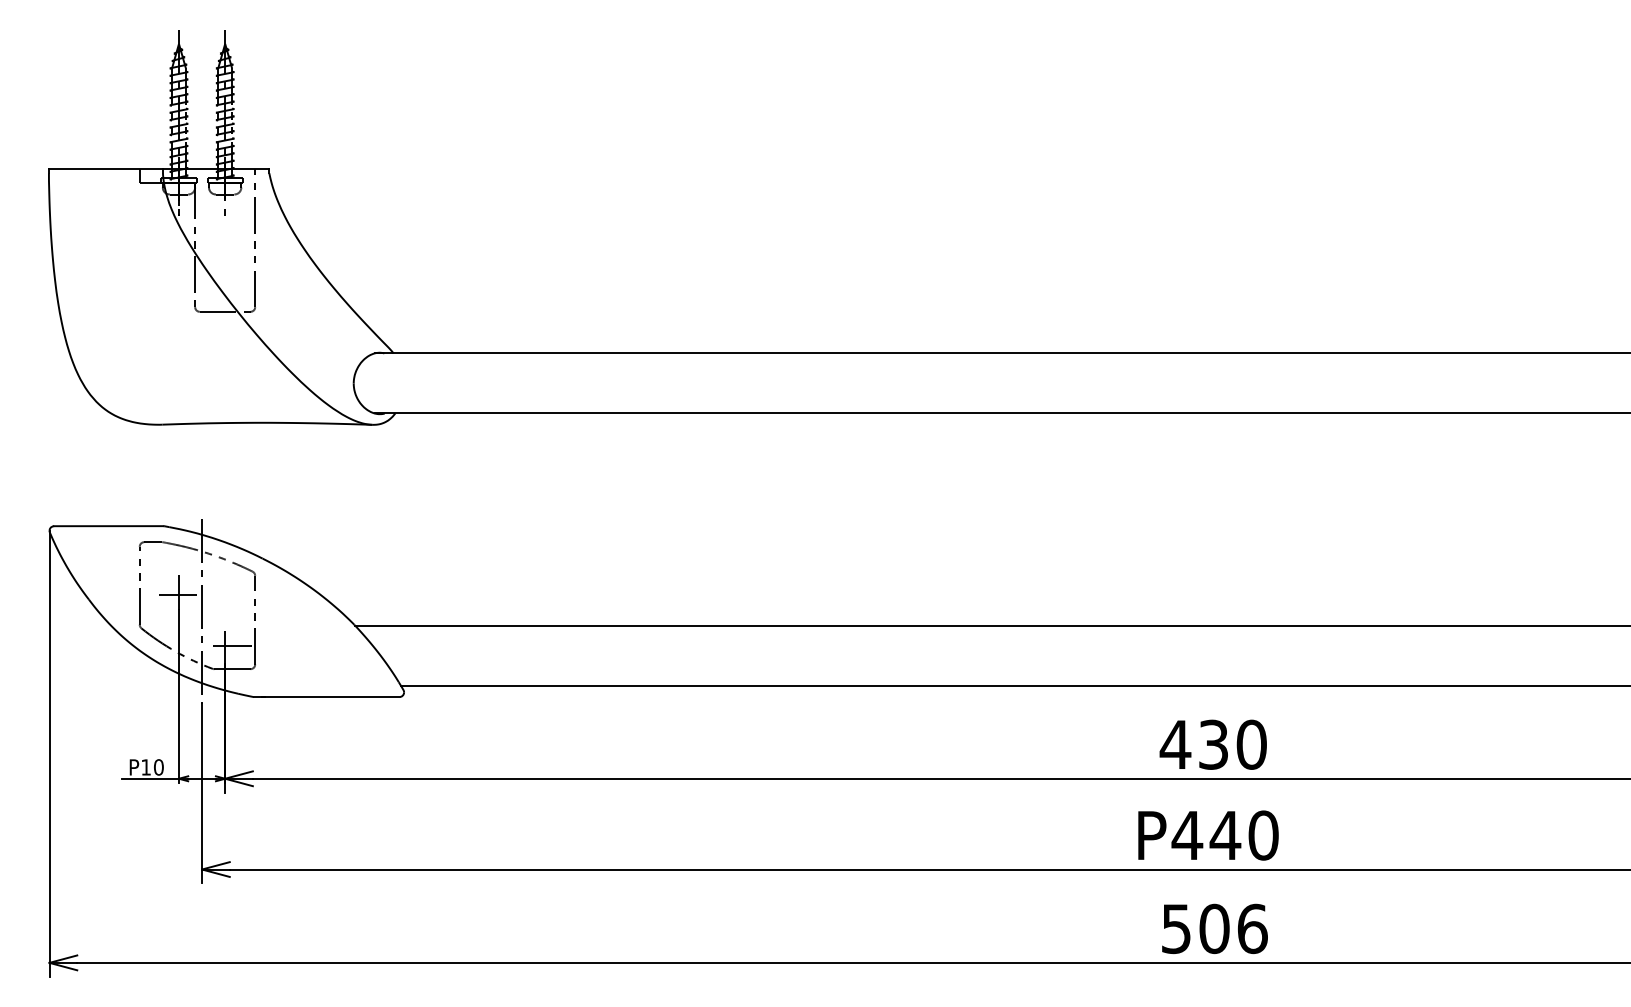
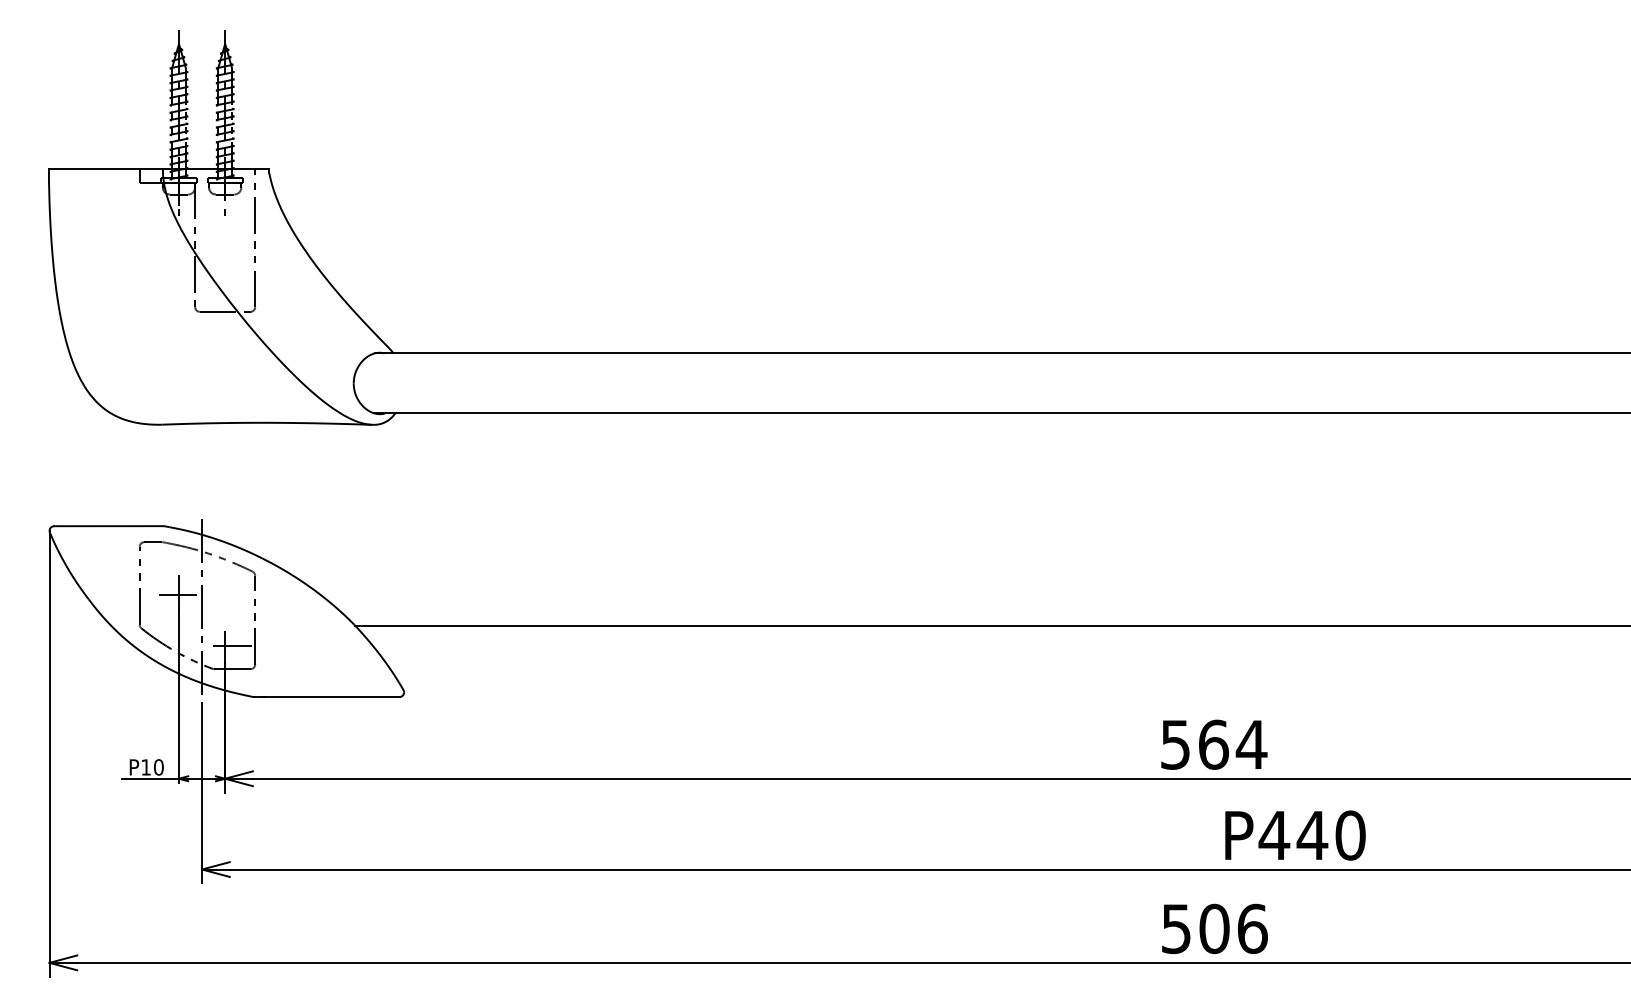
line at (1013, 685): present -> none
text at (1213, 744): 430 -> 564
text at (1208, 835) position: (1208, 835) -> (1295, 835)
